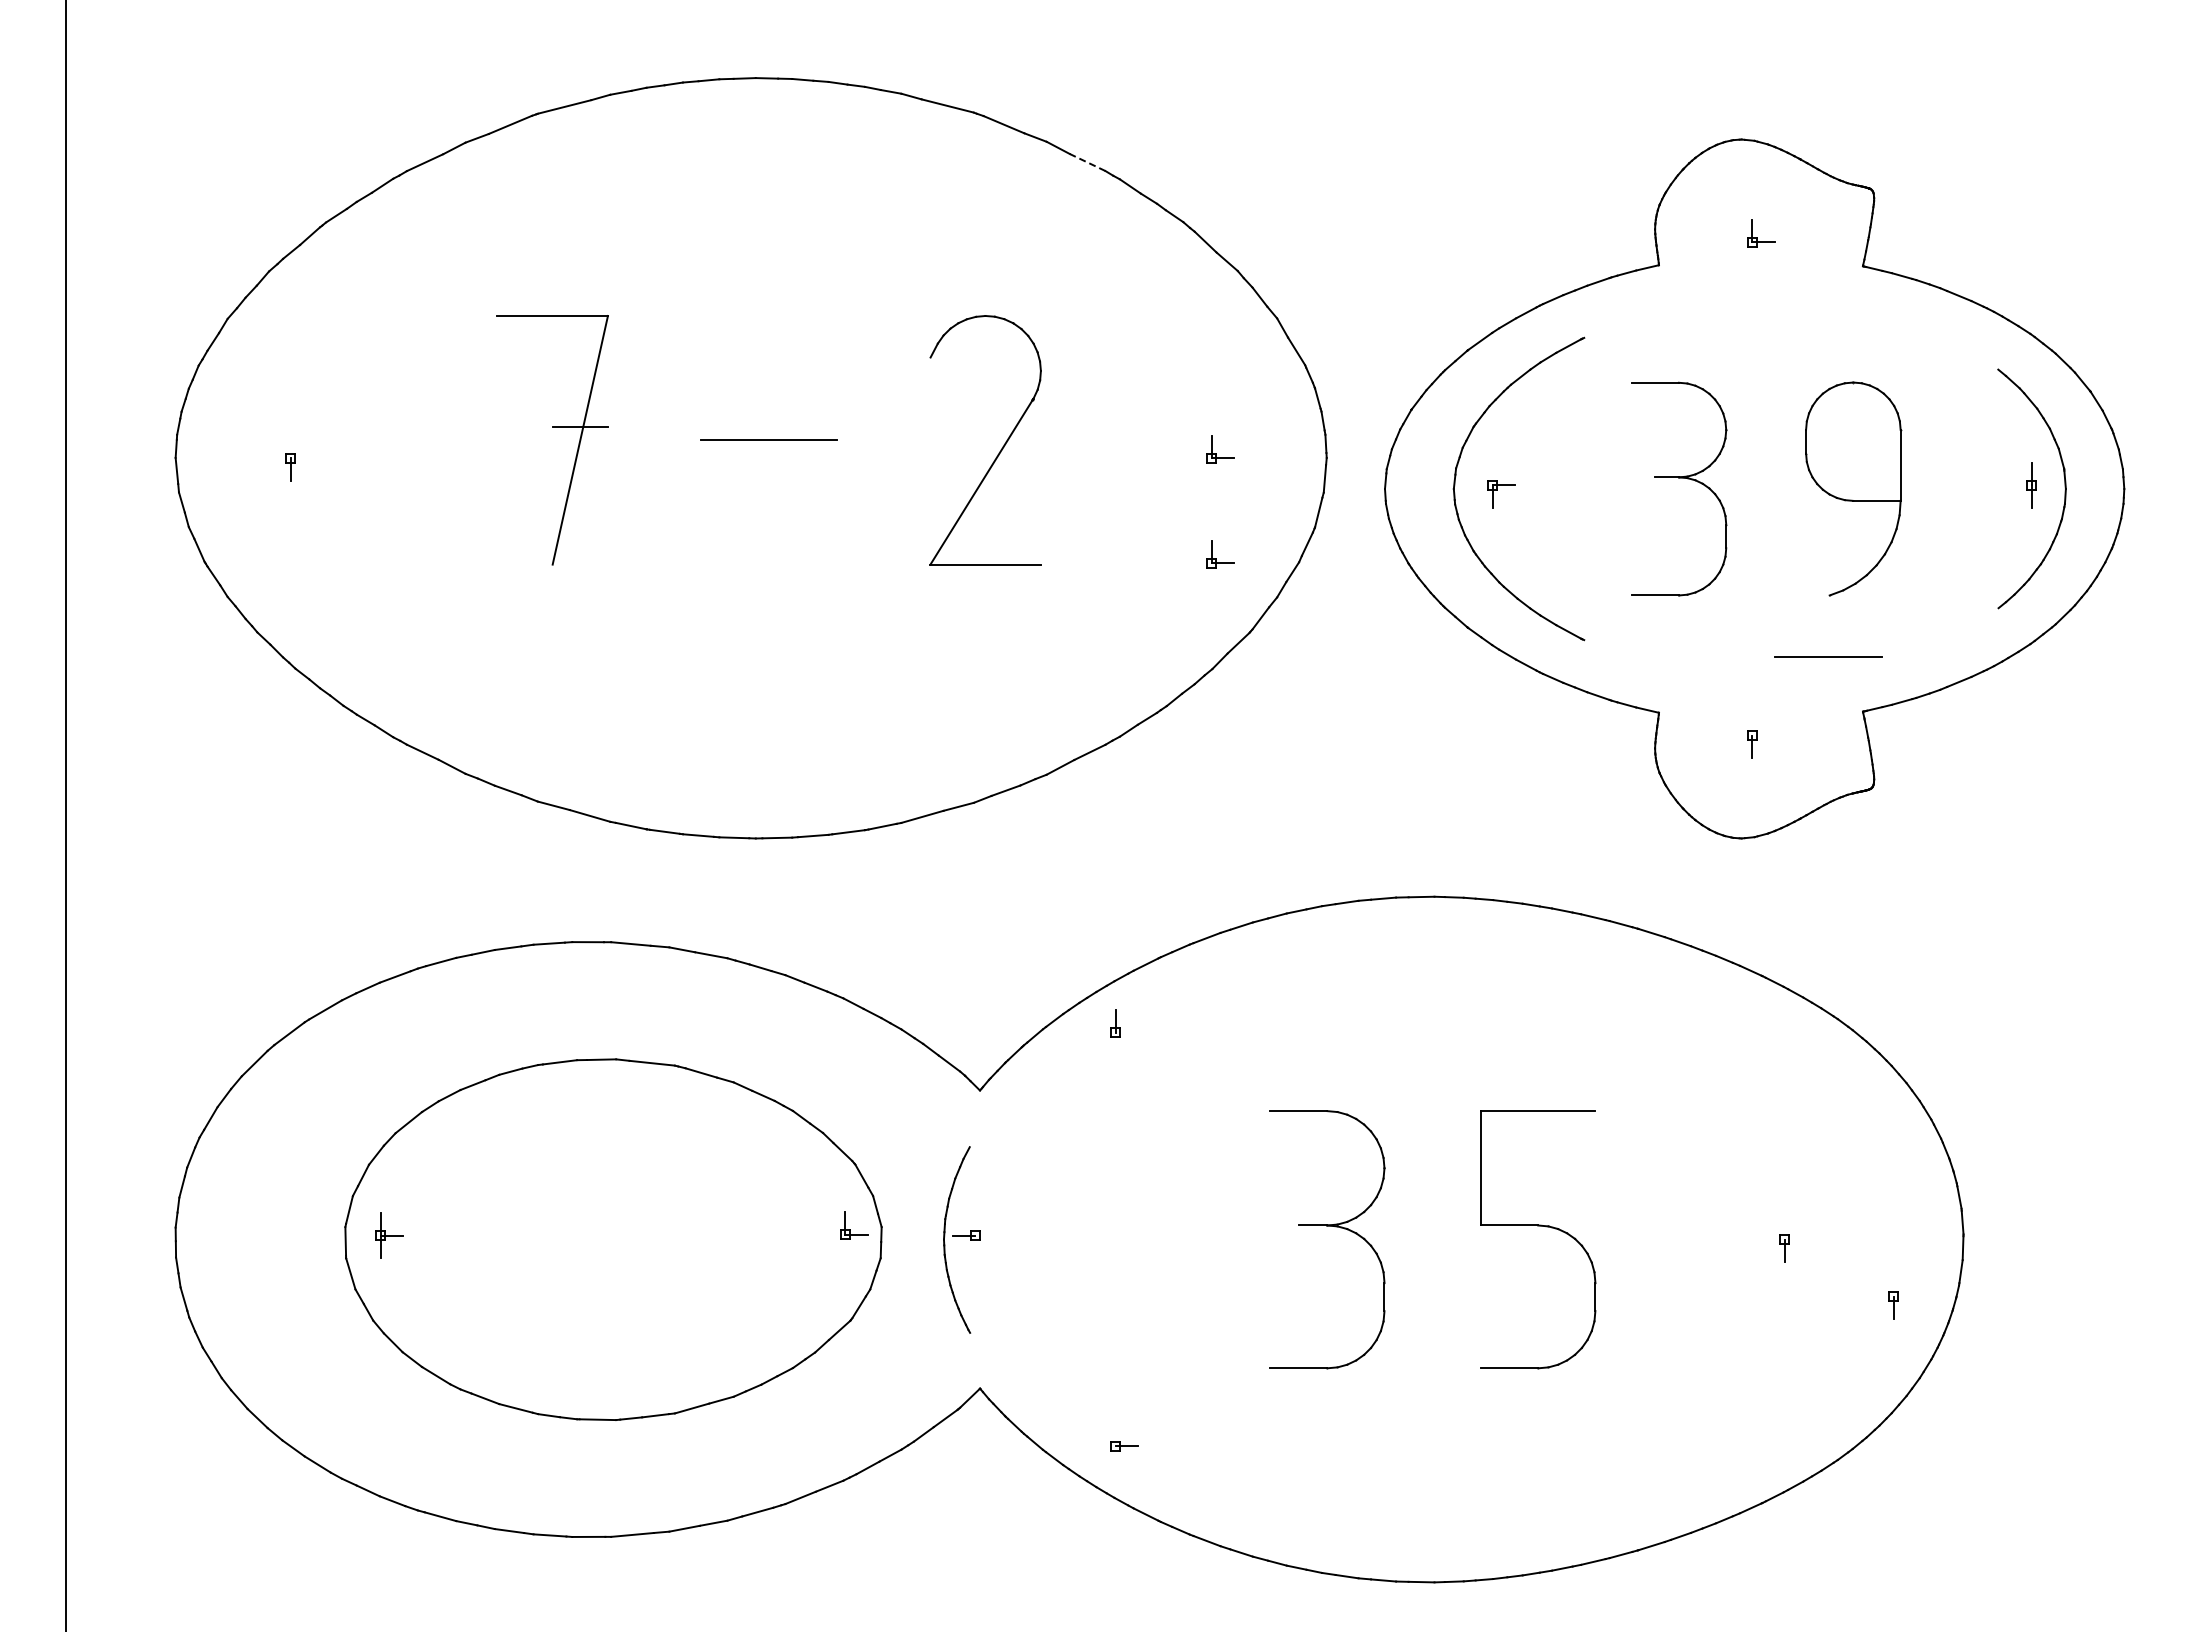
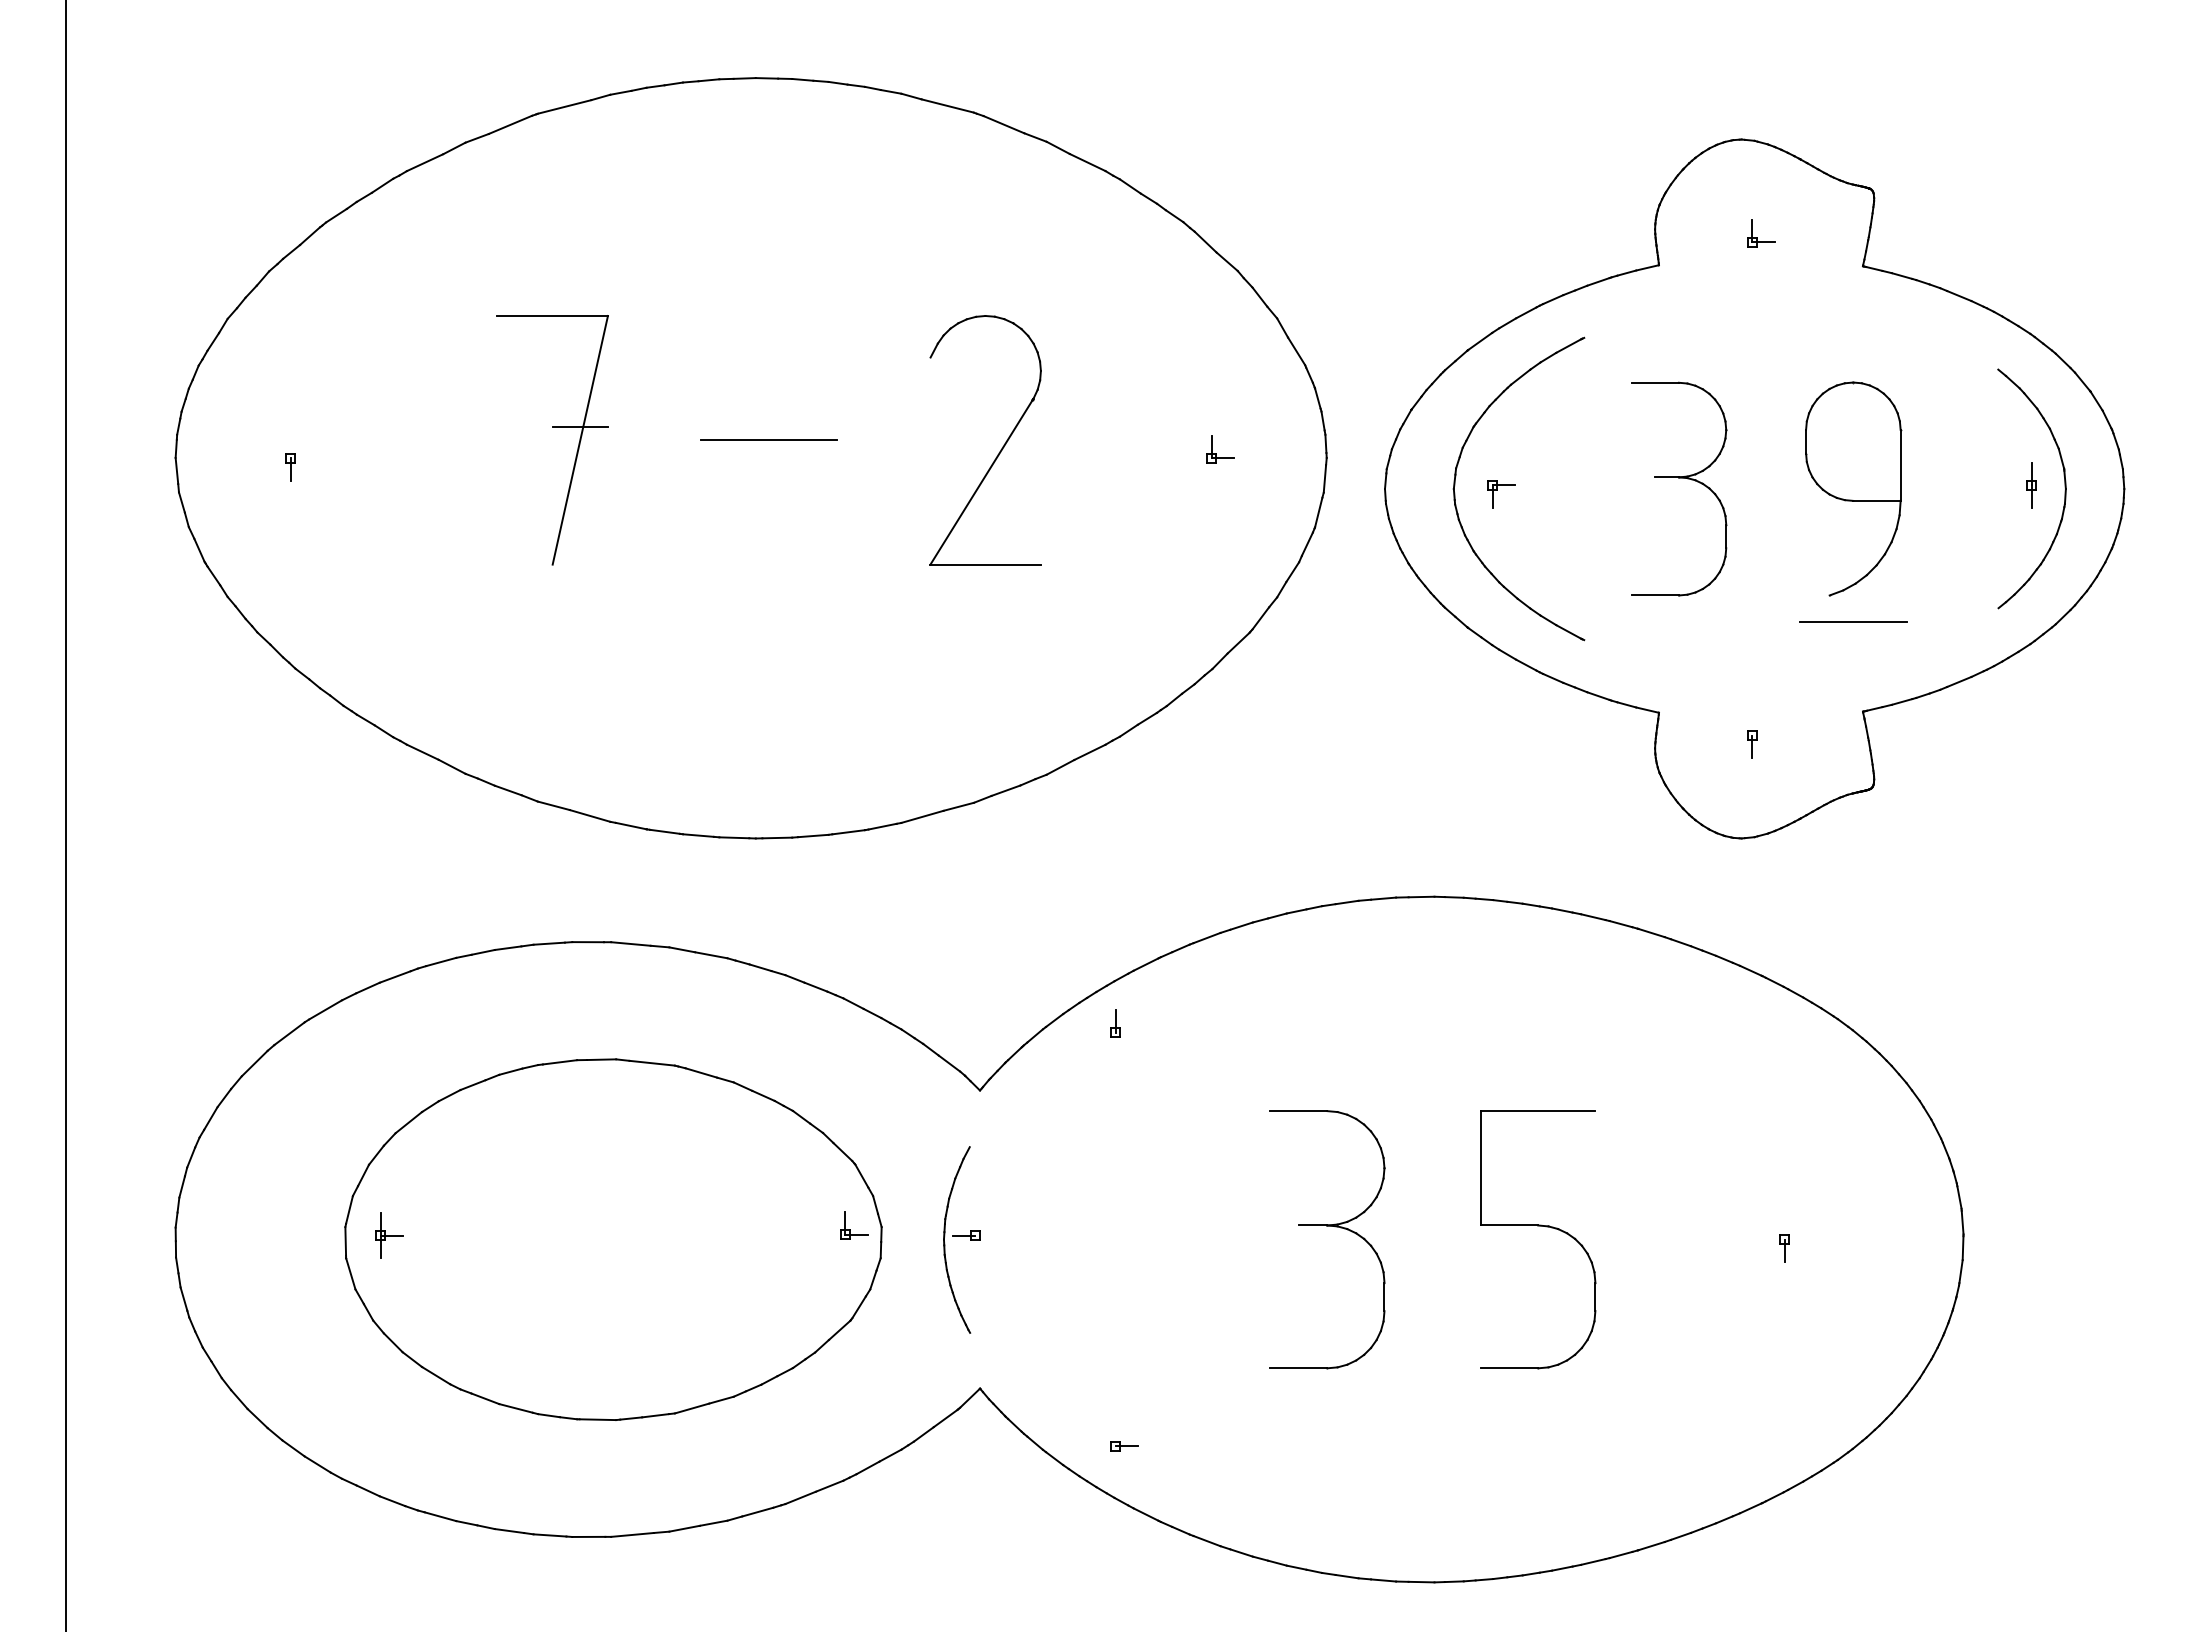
line at (1087, 162): dashed -> solid
part at (1220, 554): present -> none
line at (1828, 656) position: (1828, 656) -> (1853, 621)
part at (1893, 1305): present -> none
